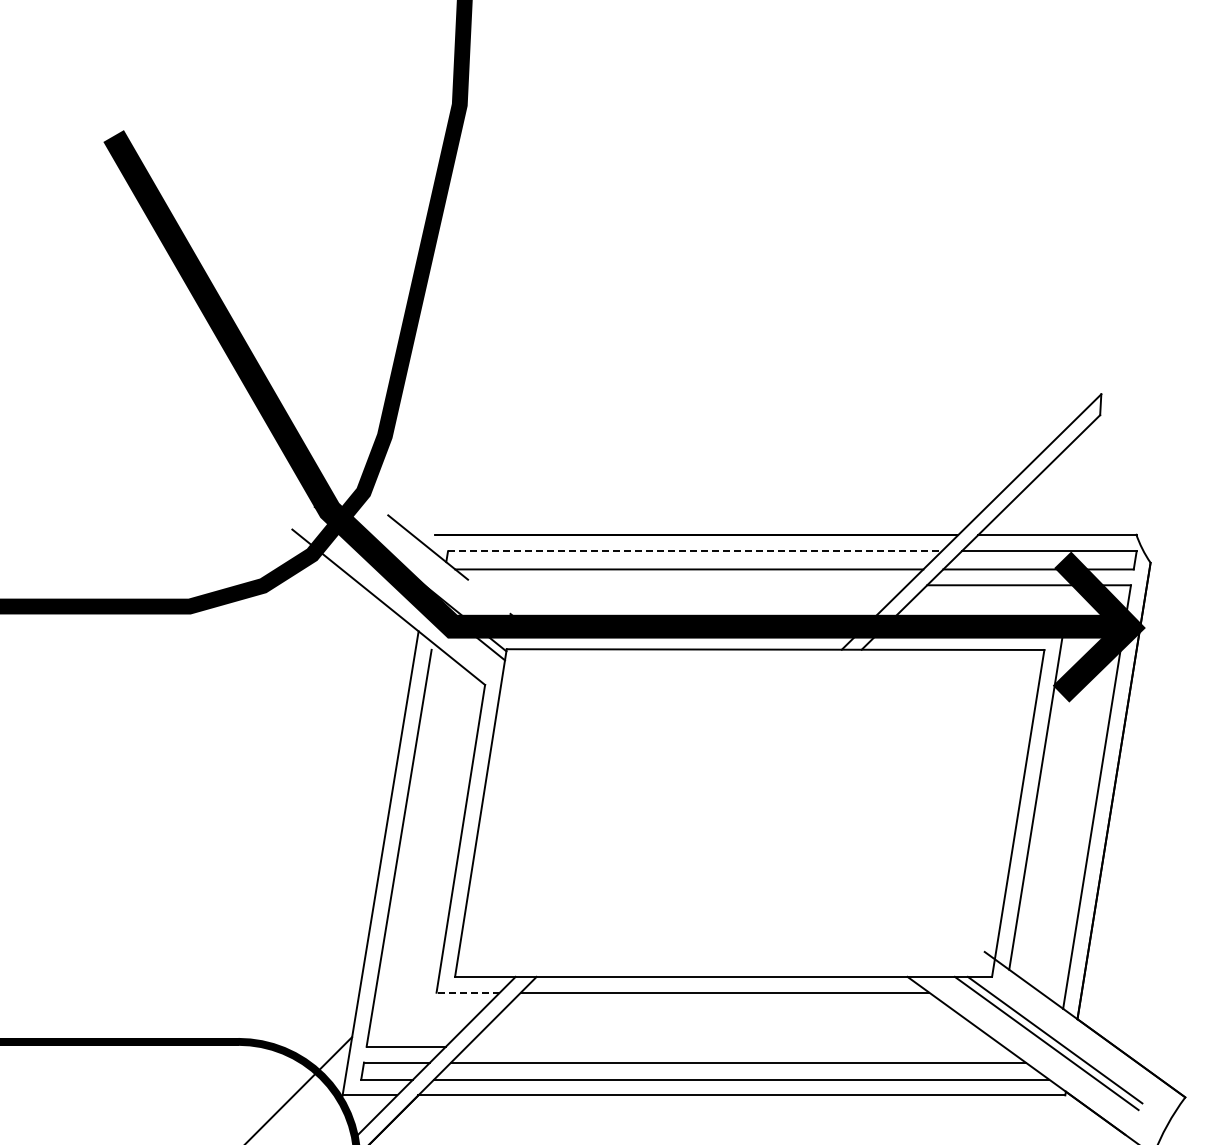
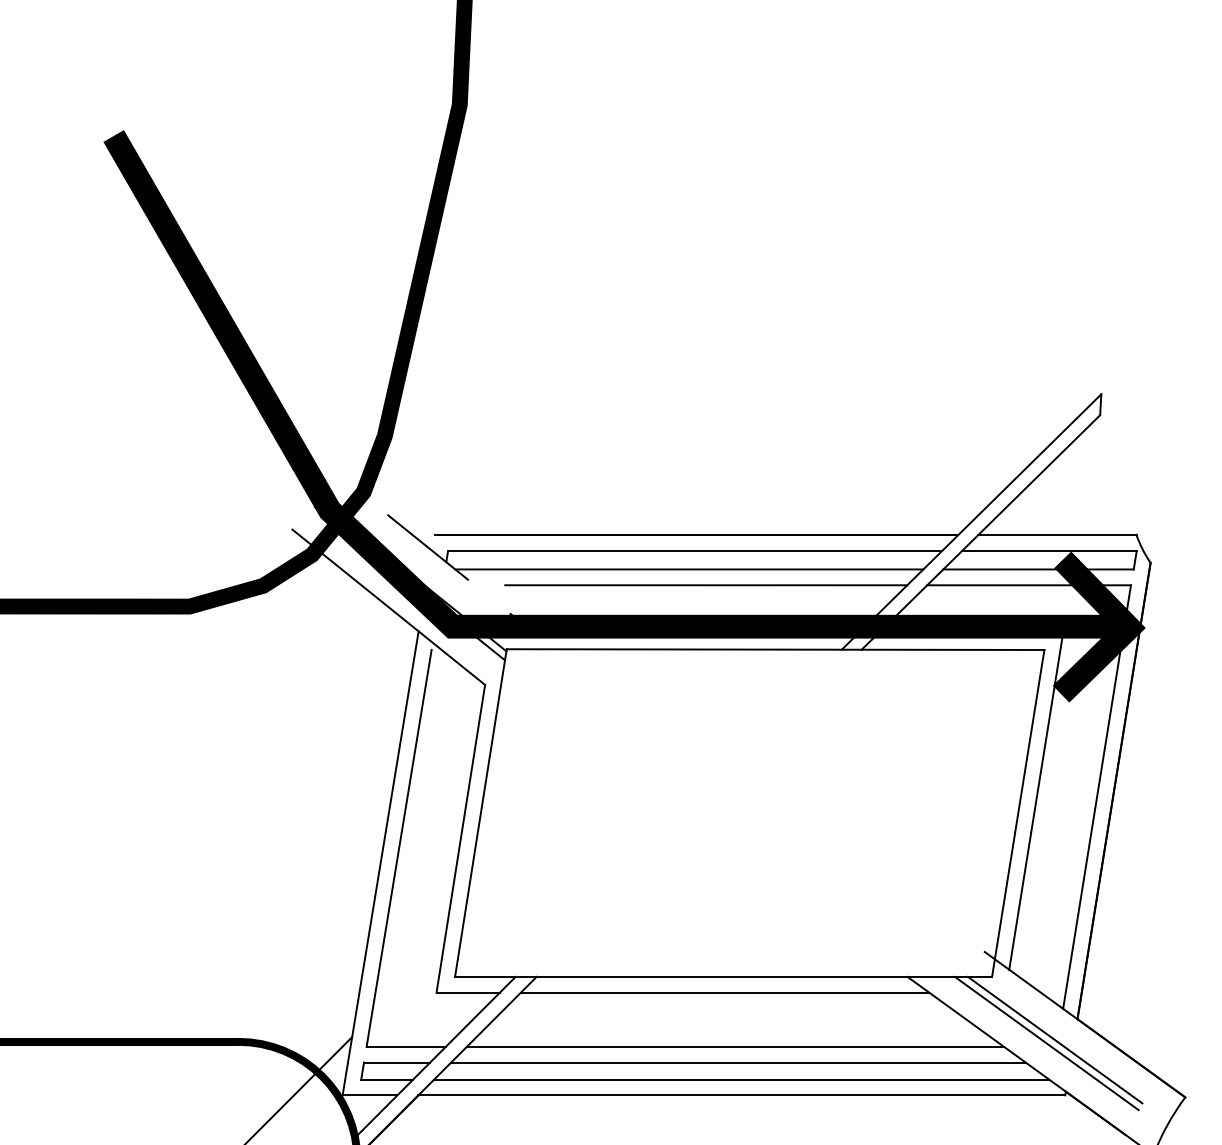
line at (694, 551): dashed -> solid
line at (706, 585): none -> present
line at (468, 992): dashed -> solid
line at (734, 1046): none -> present
